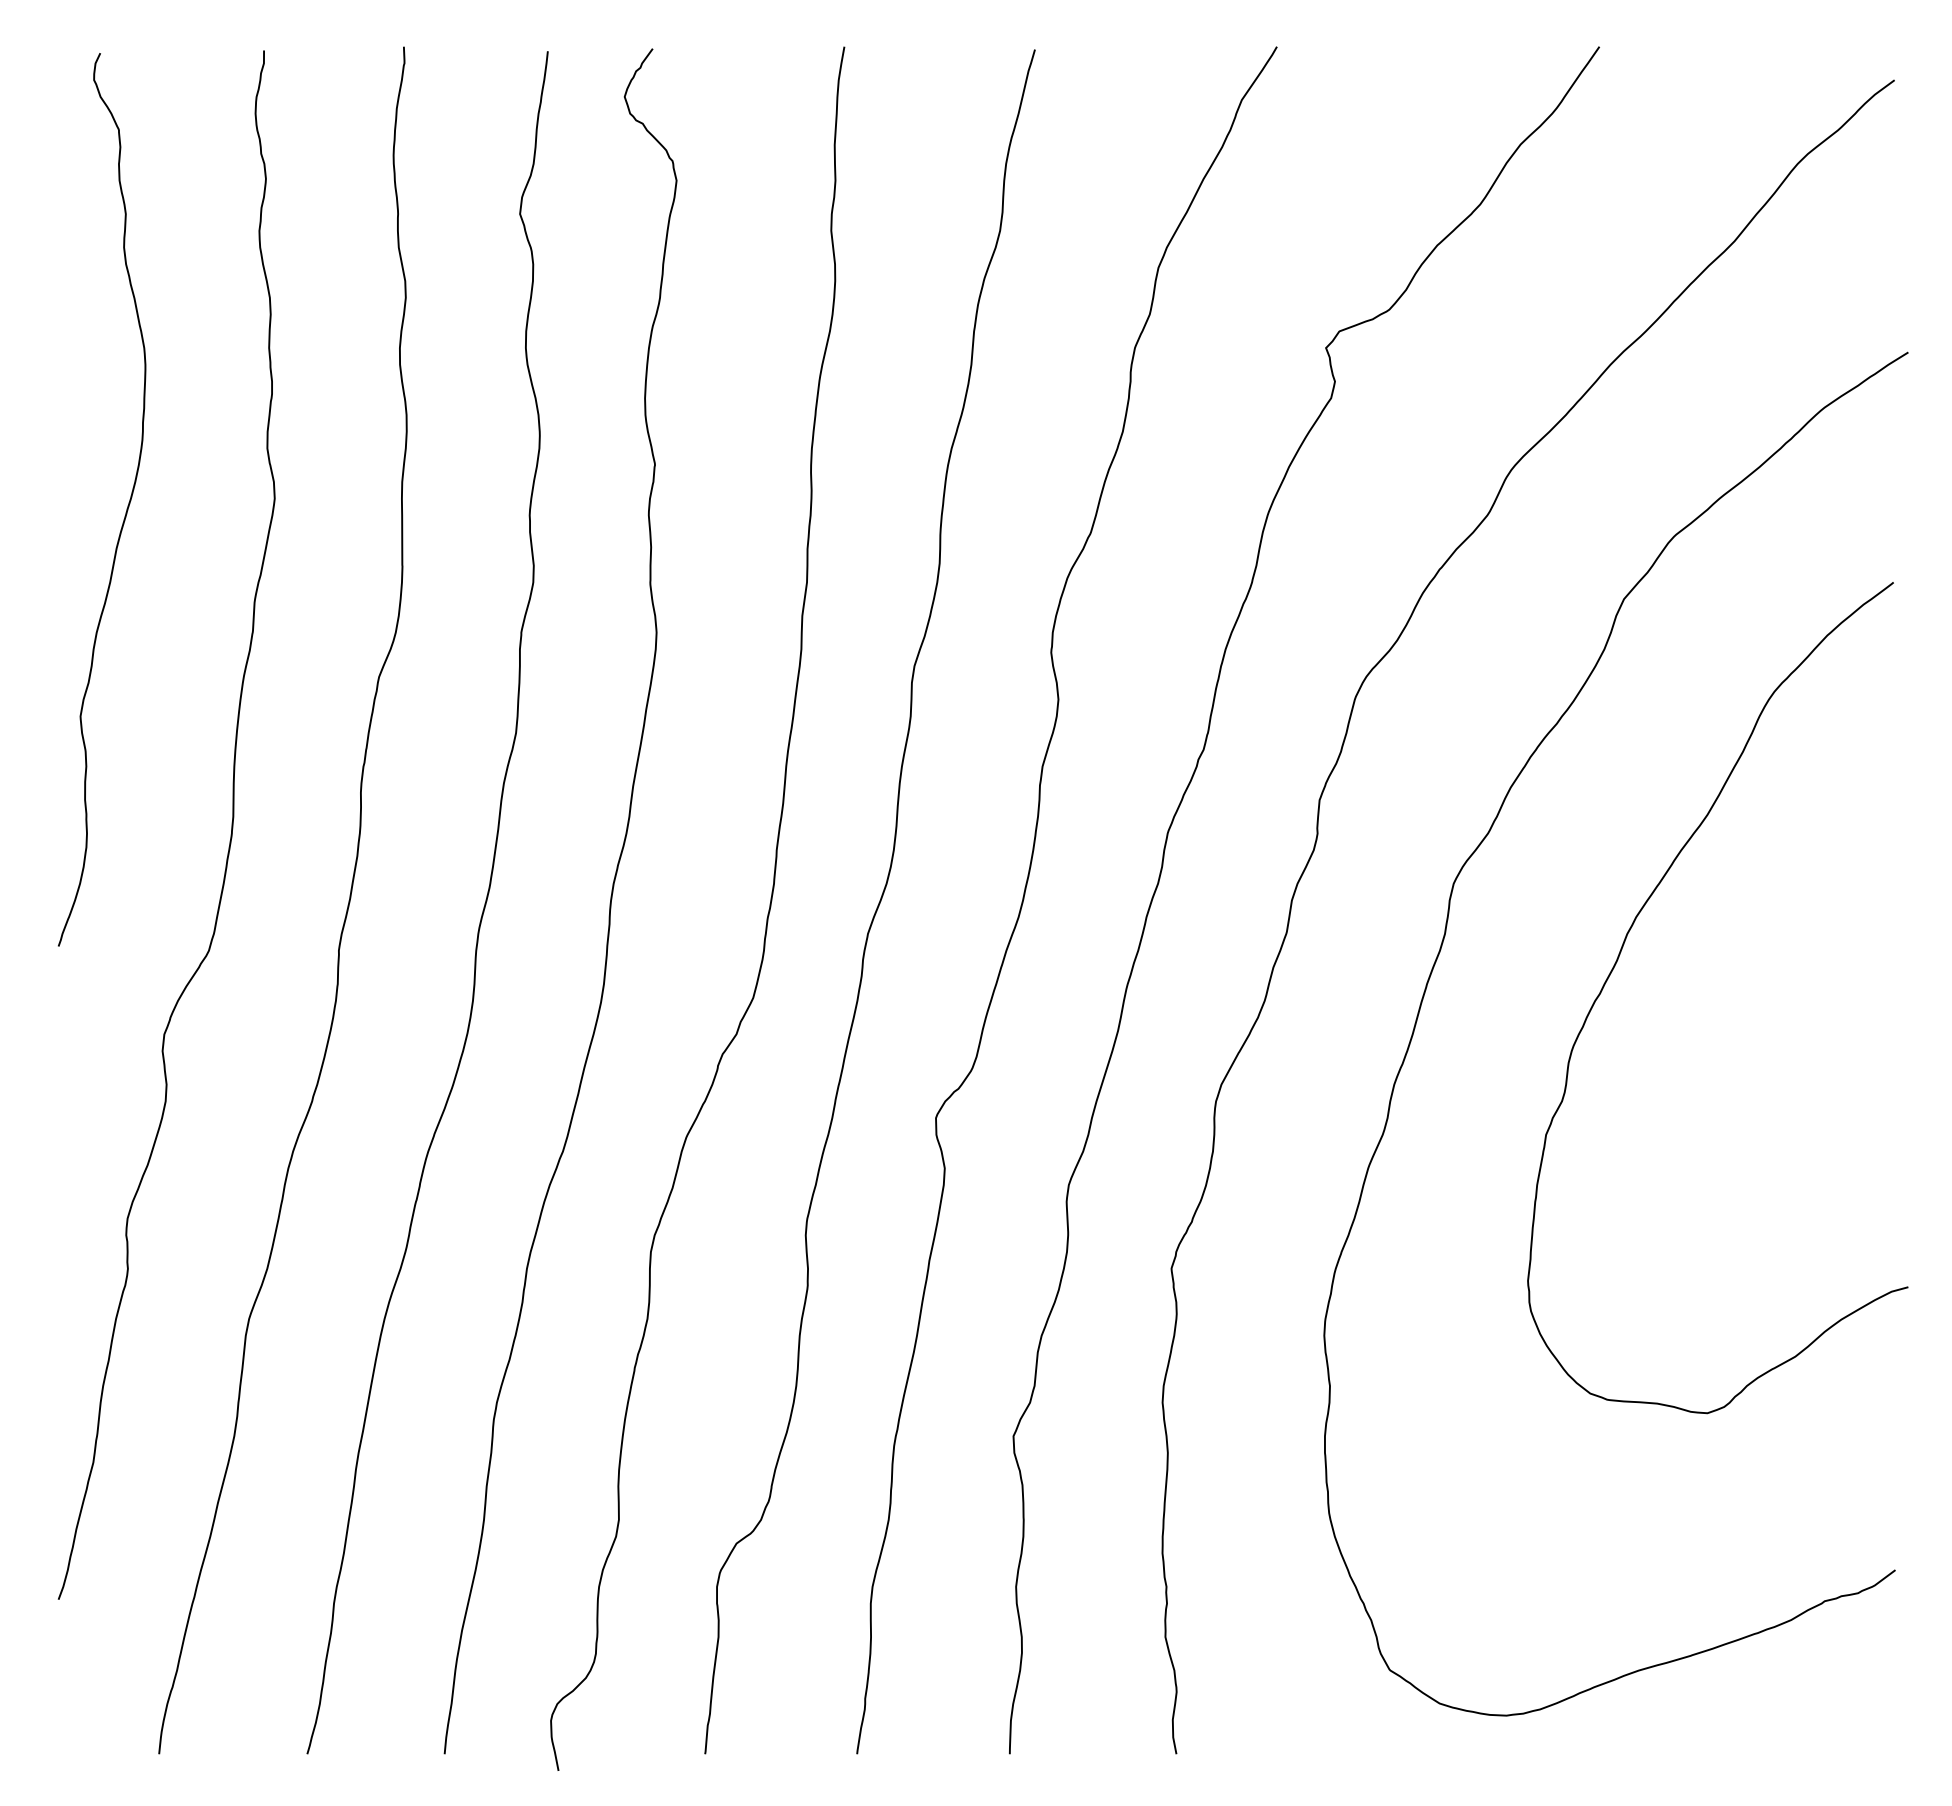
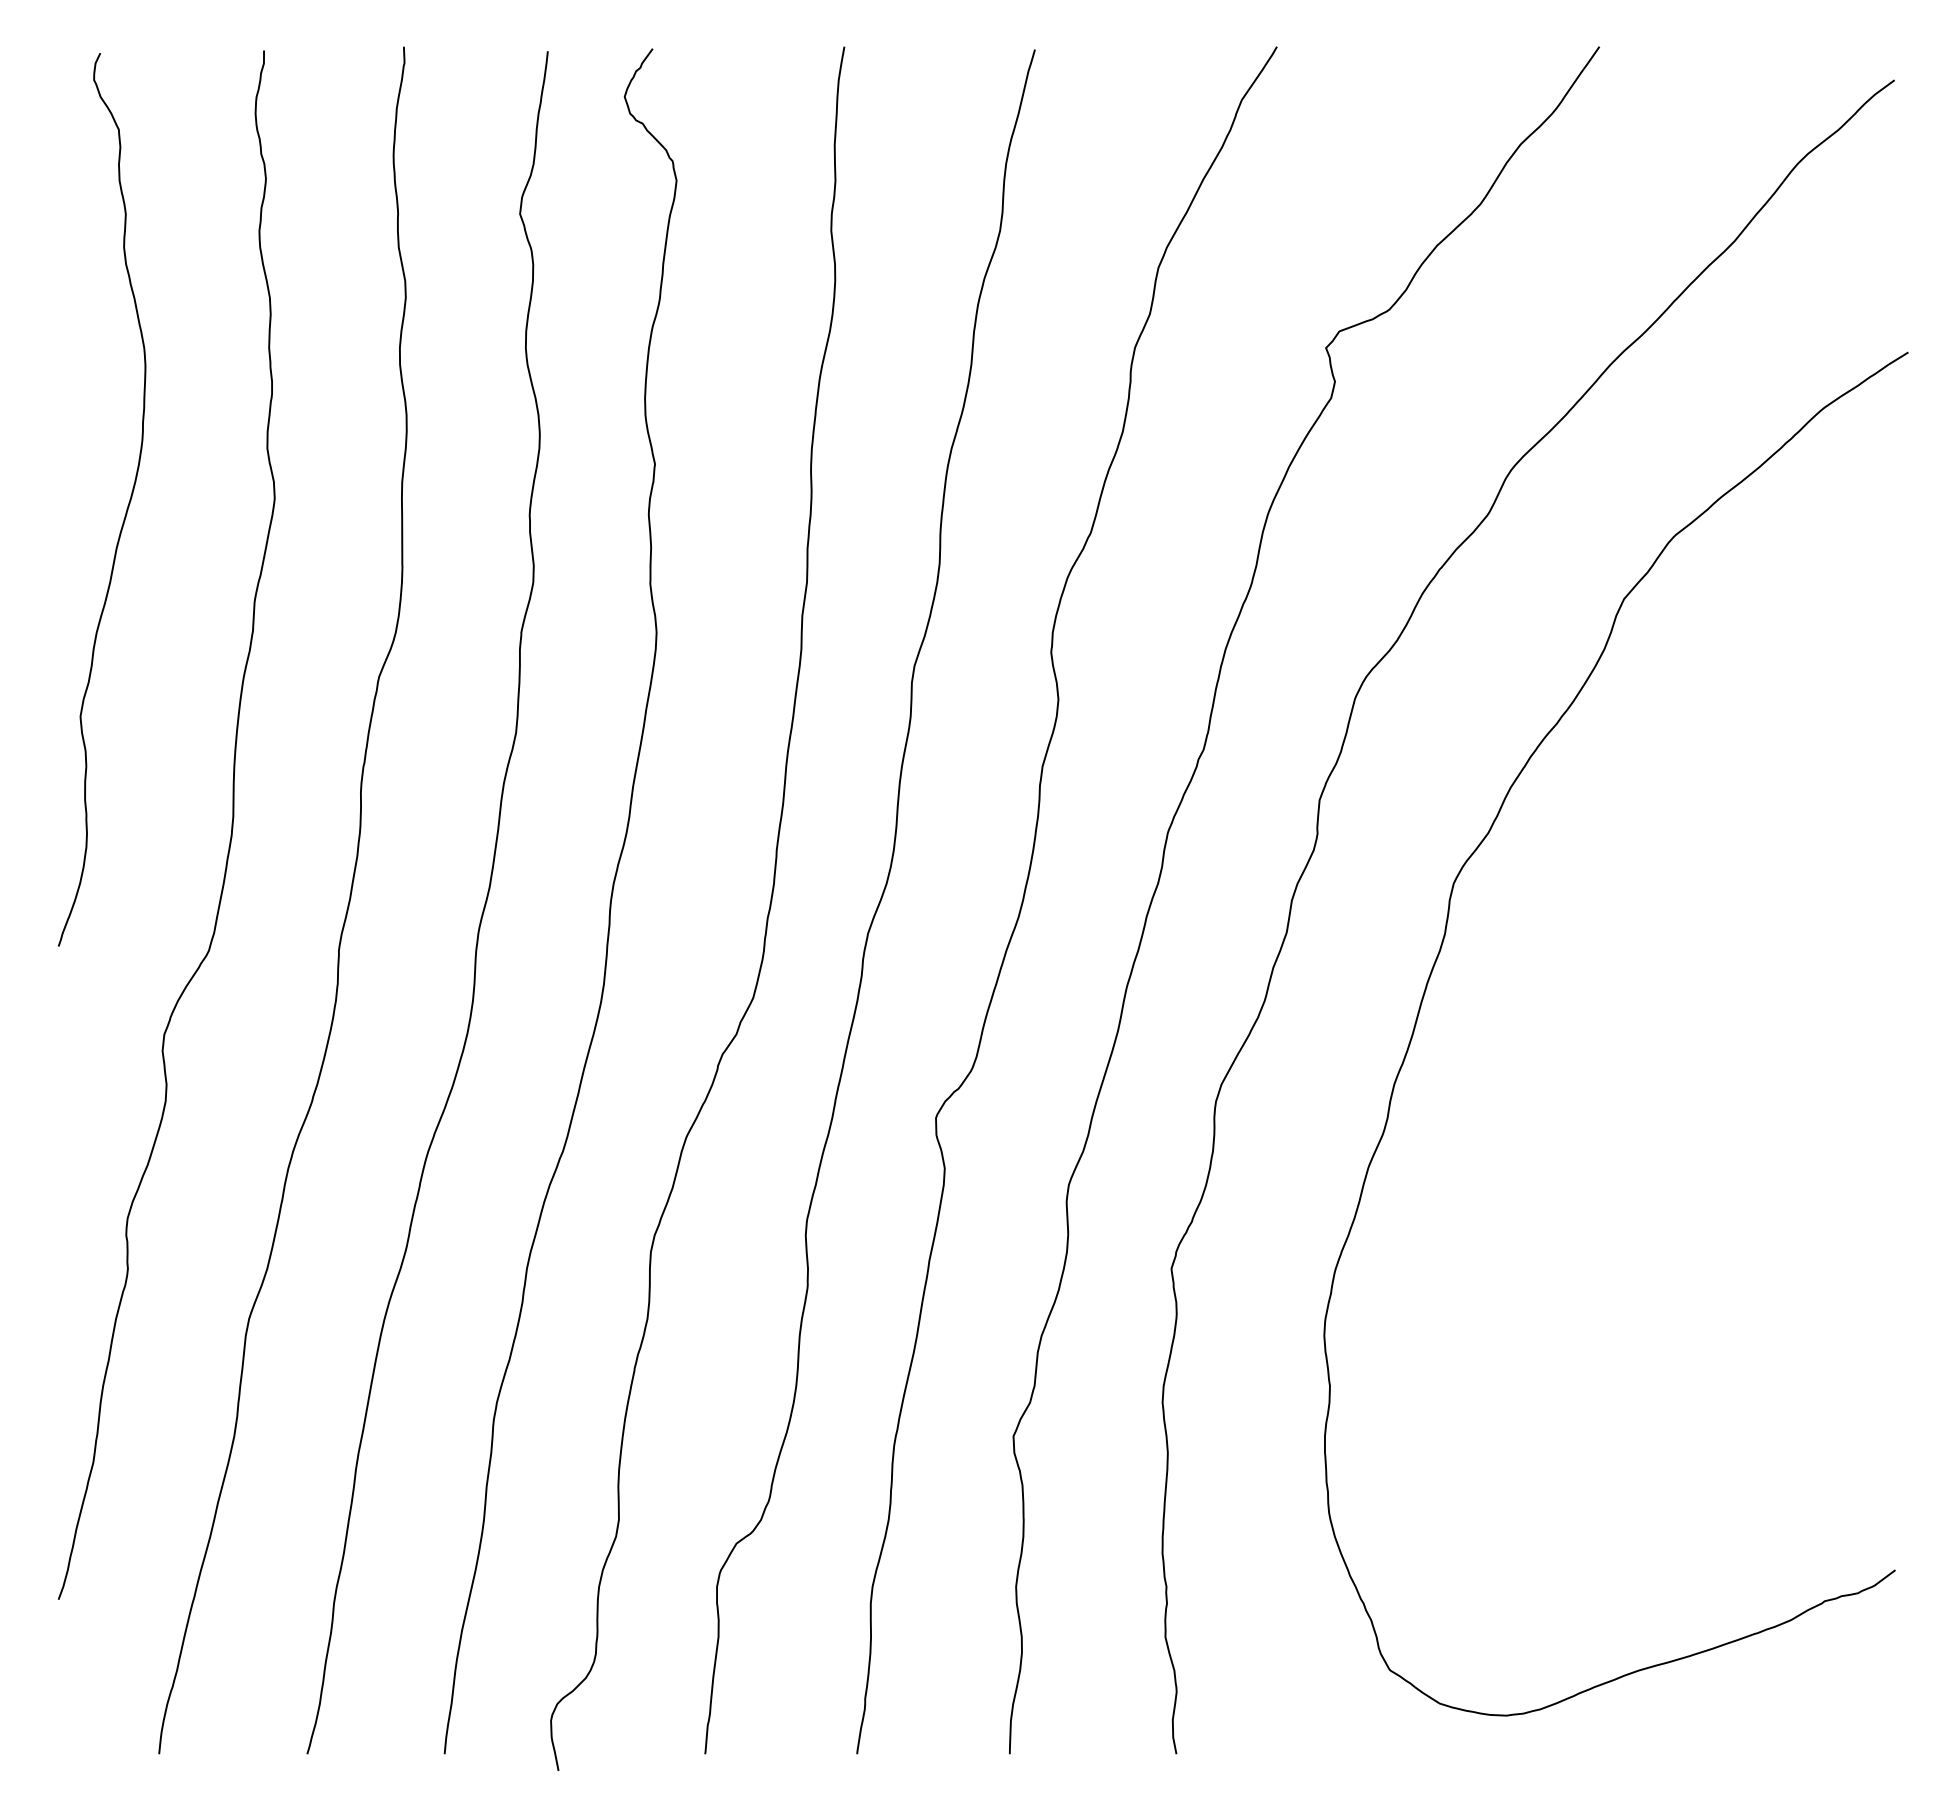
curve at (1618, 960): present -> none
